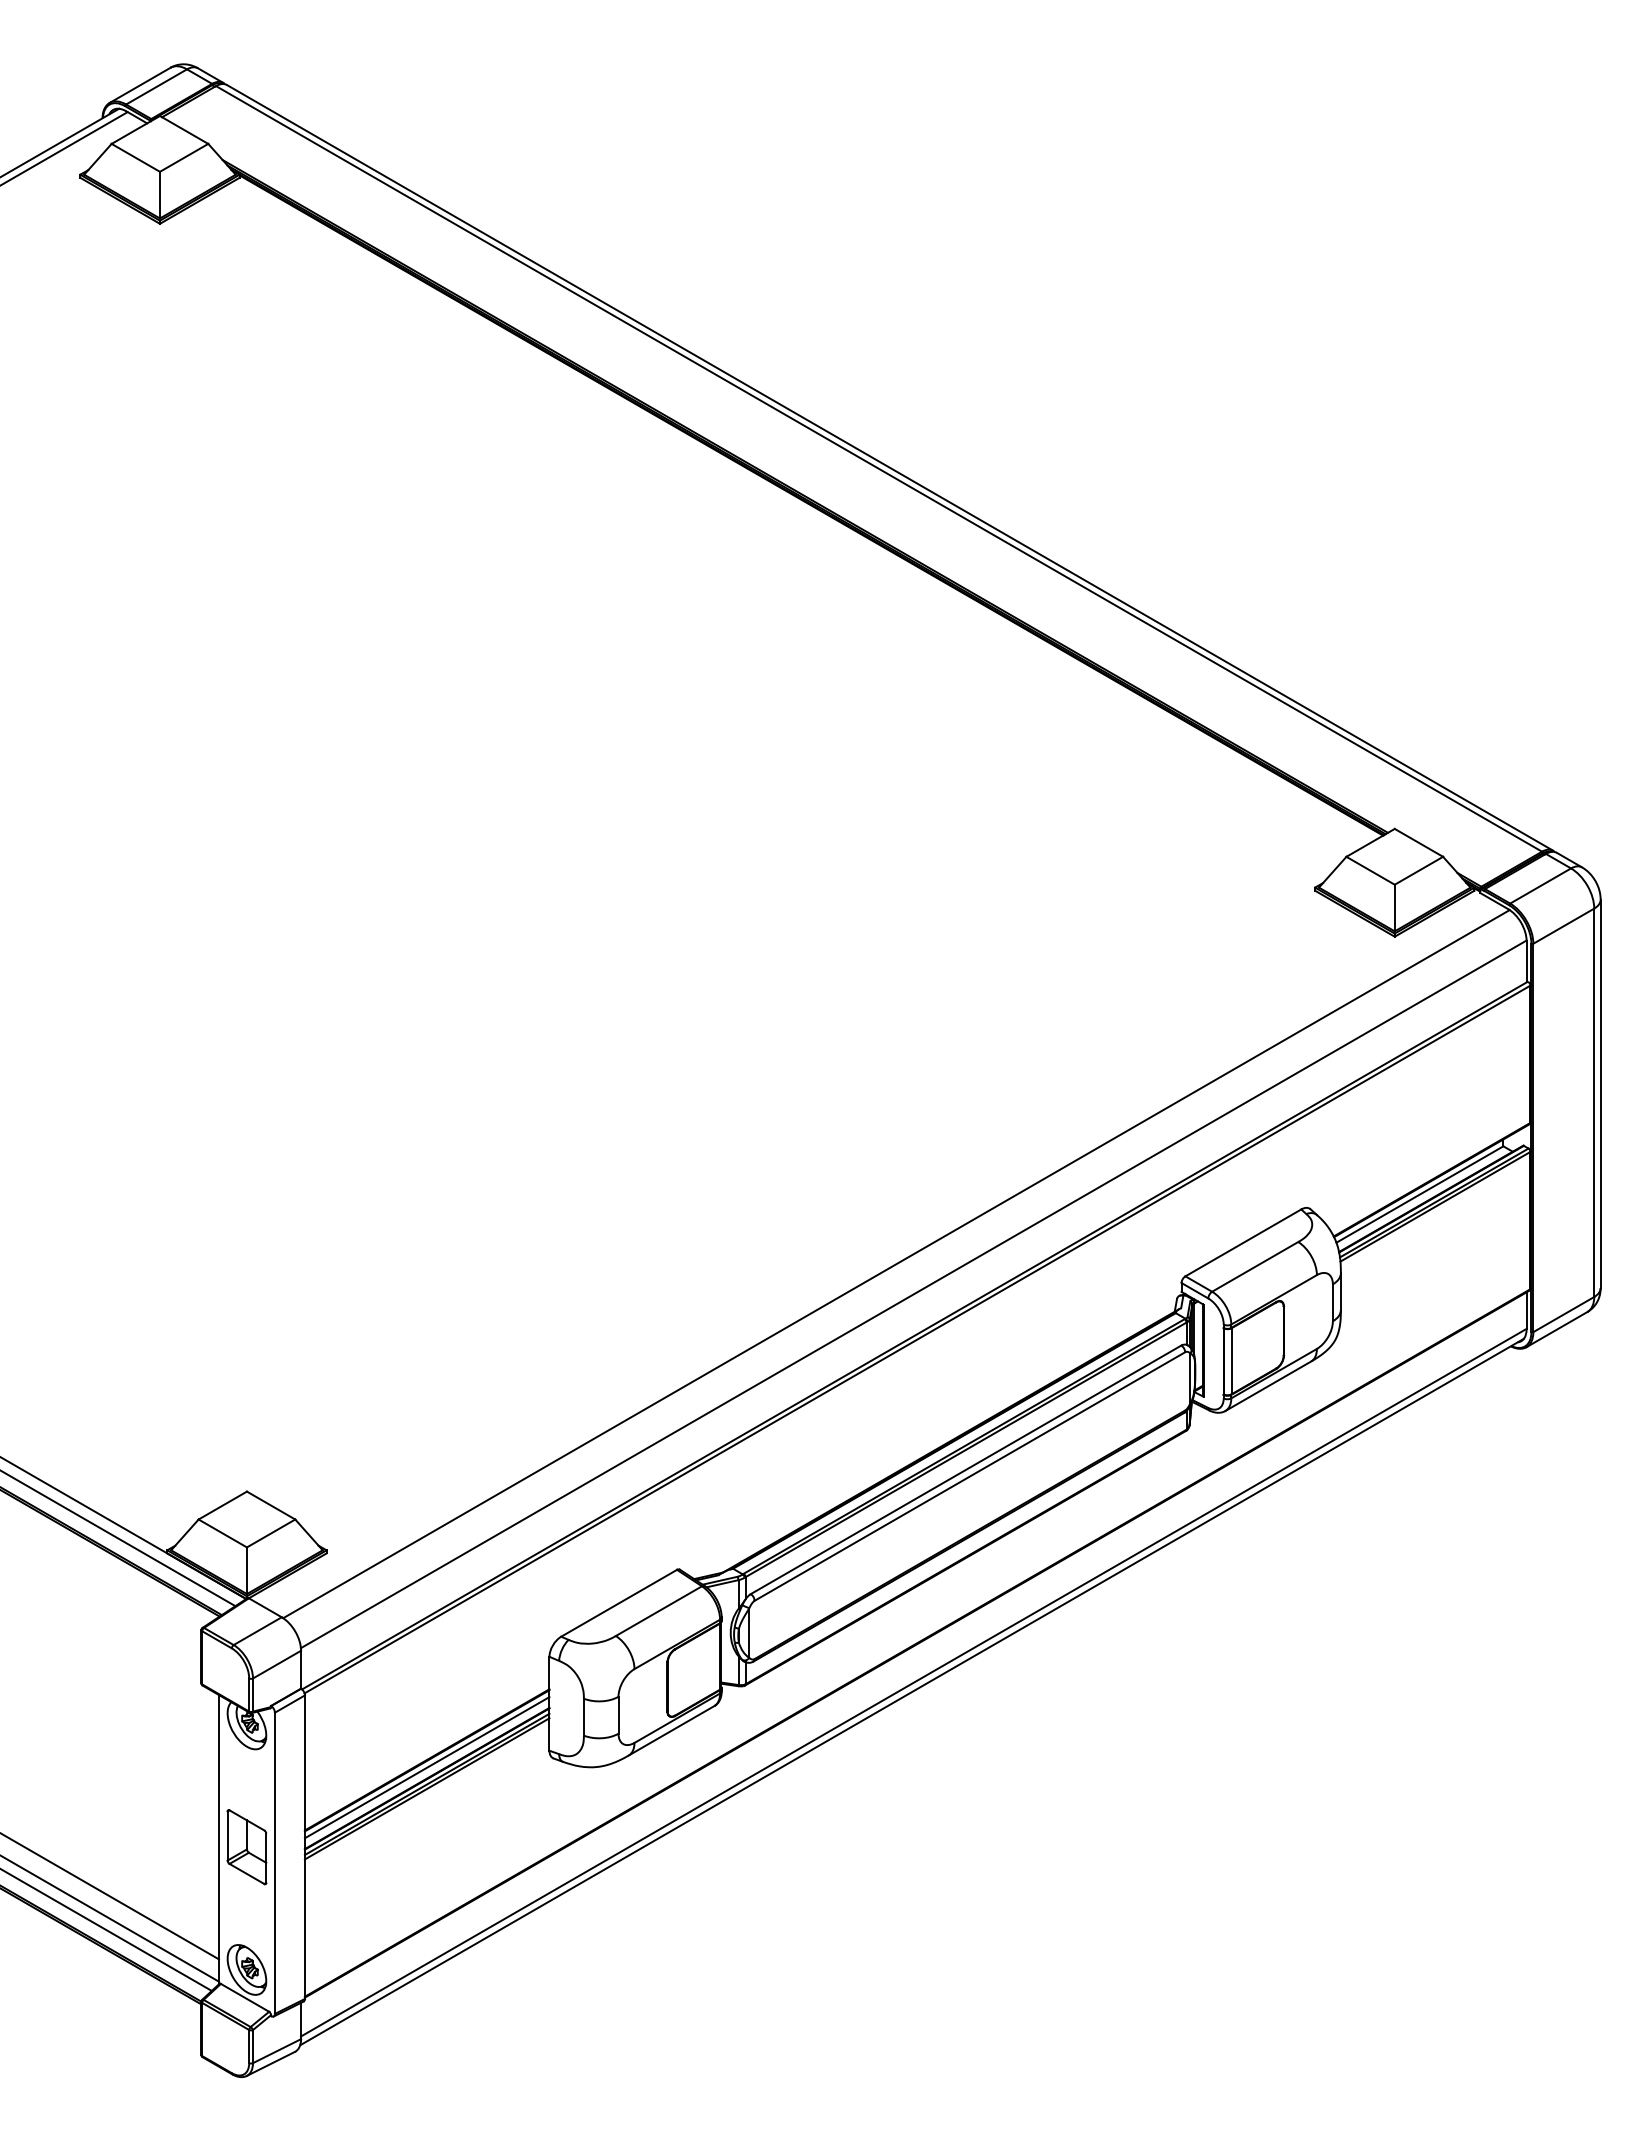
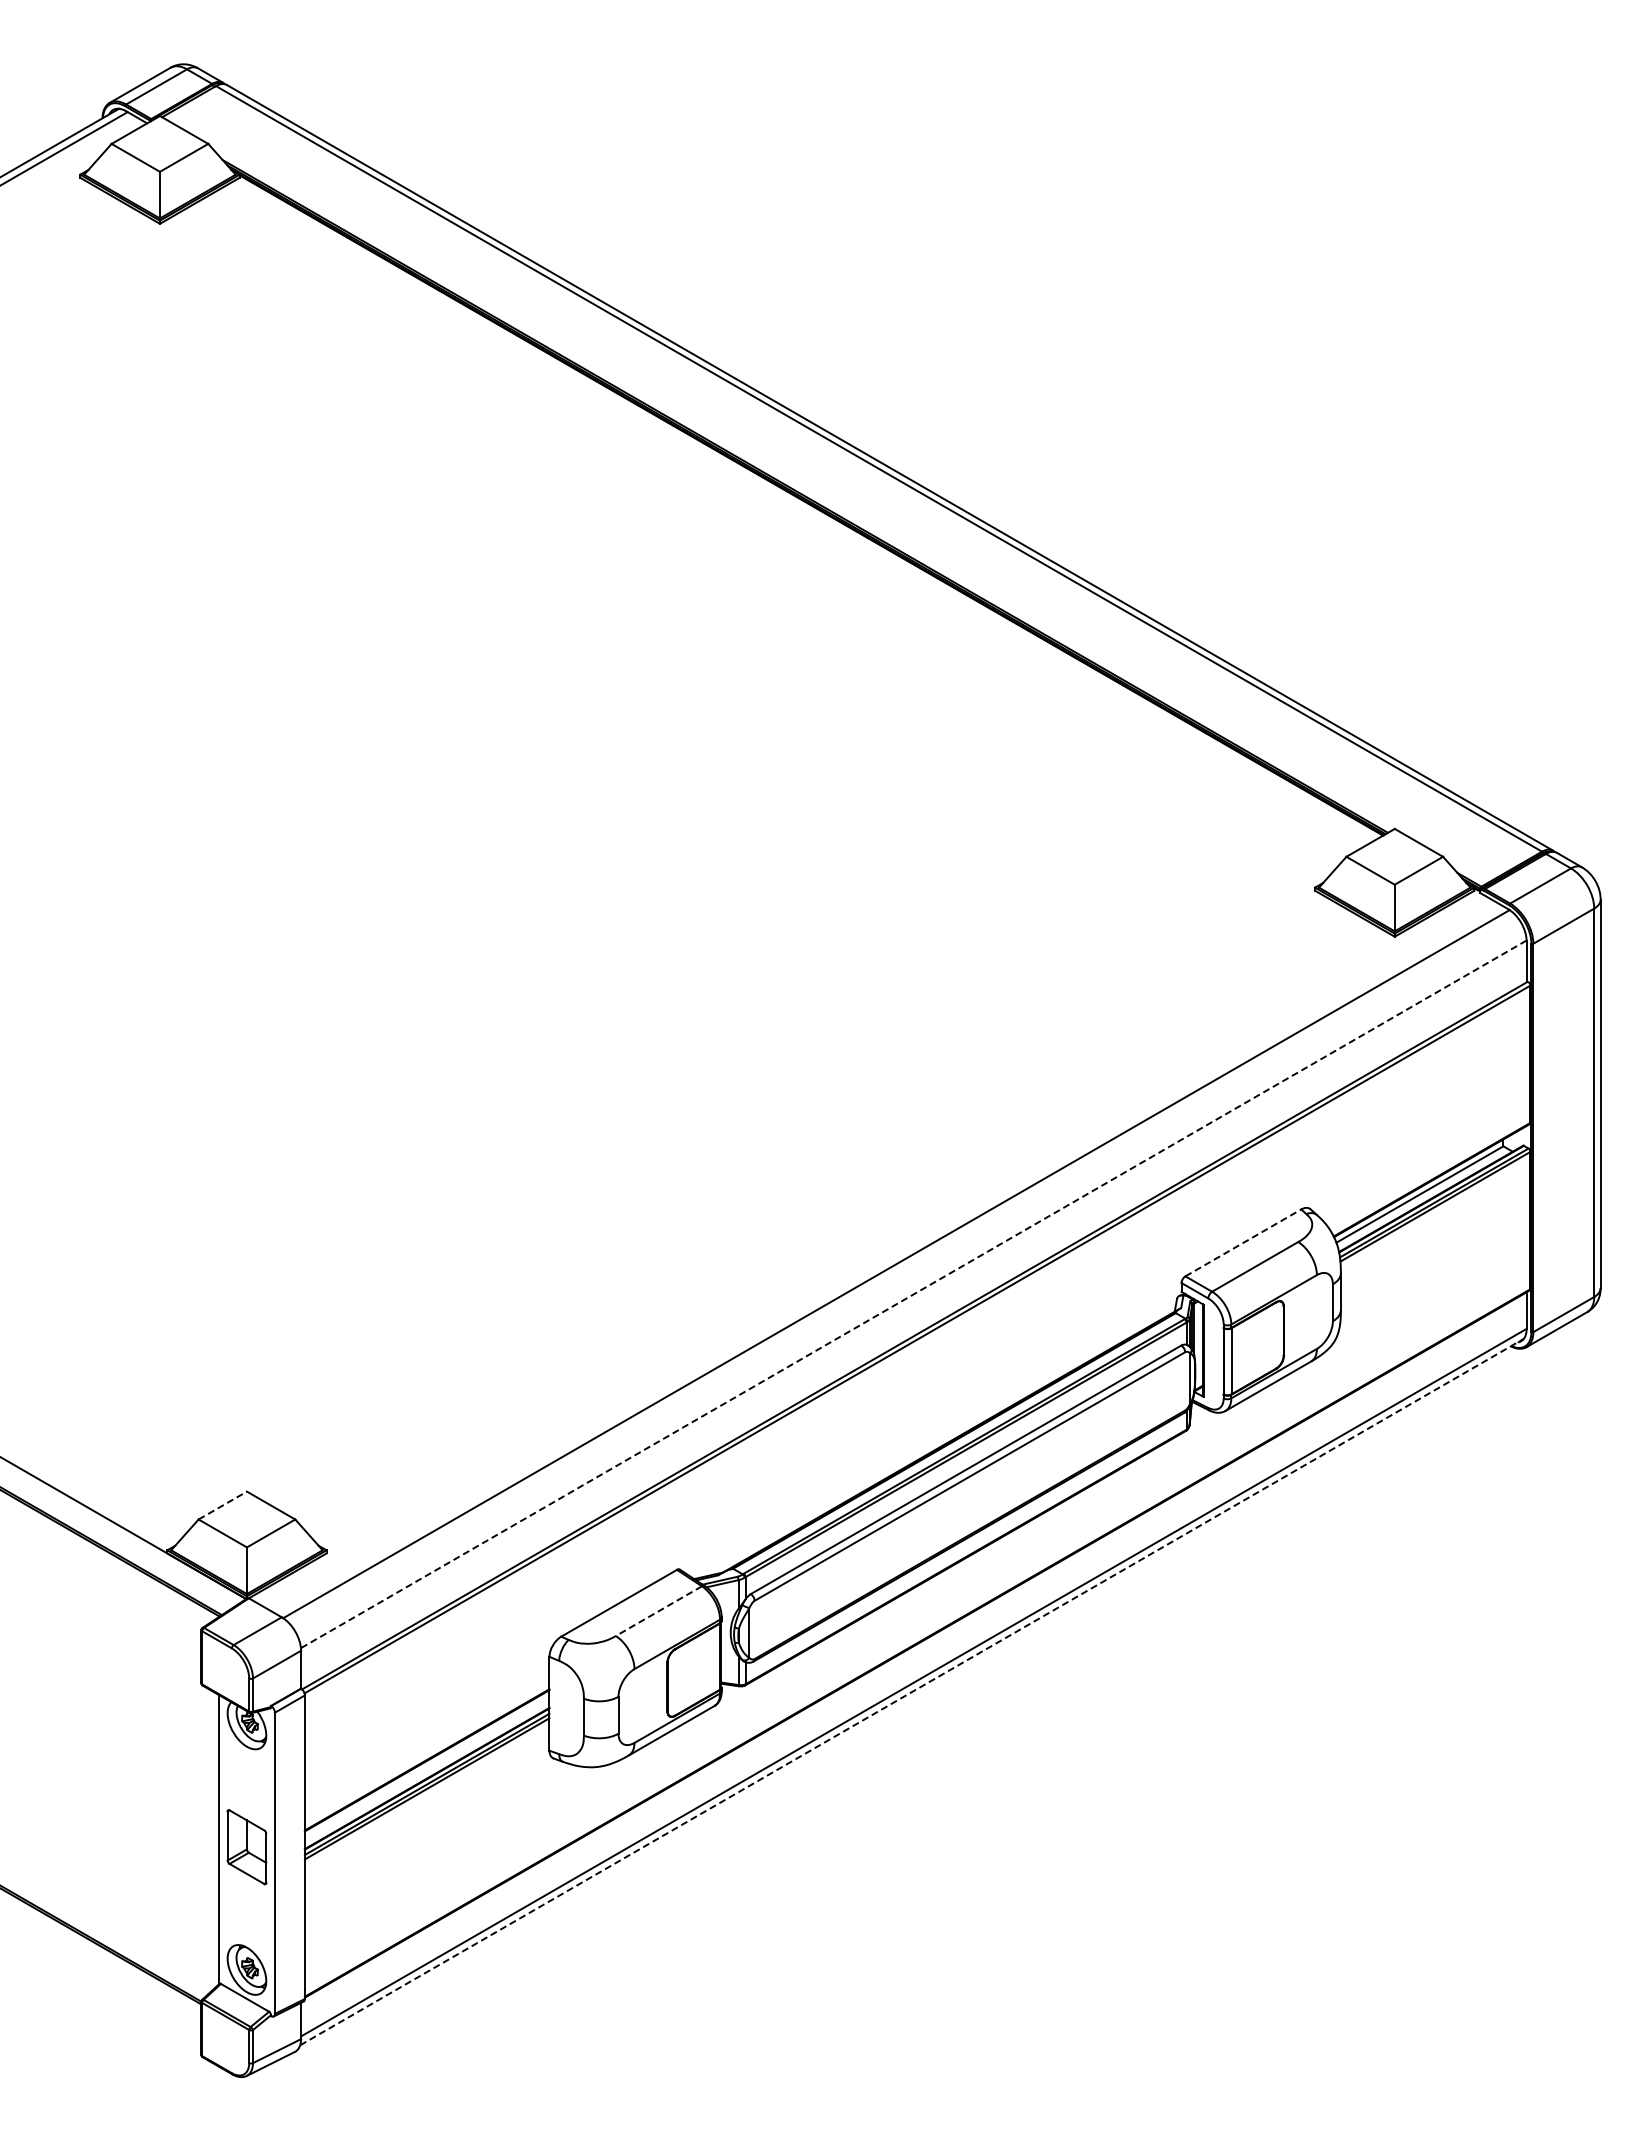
line at (1243, 1242): solid -> dashed
line at (913, 1294): solid -> dashed
line at (222, 1505): solid -> dashed
line at (118, 1538): present -> none
line at (658, 1611): solid -> dashed
line at (912, 1692): solid -> dashed
line at (426, 1767): present -> none
line at (110, 1896): present -> none
line at (110, 1918): present -> none
line at (106, 1929): present -> none
